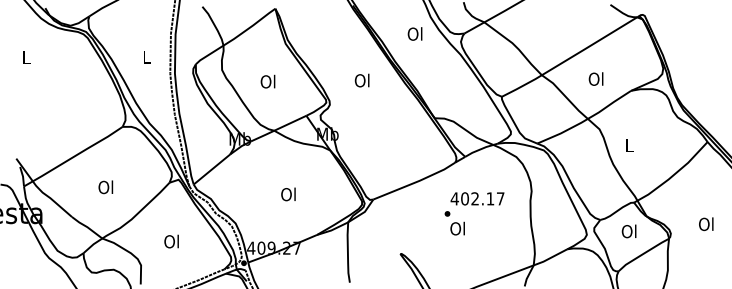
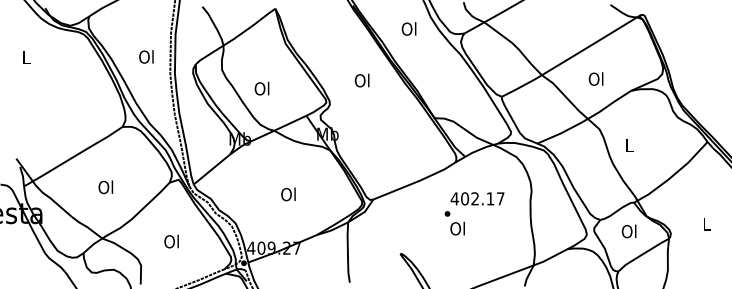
text at (414, 33) position: (414, 33) -> (408, 28)
text at (146, 56): L -> Ol
text at (267, 81) position: (267, 81) -> (261, 88)
text at (706, 224): Ol -> L
